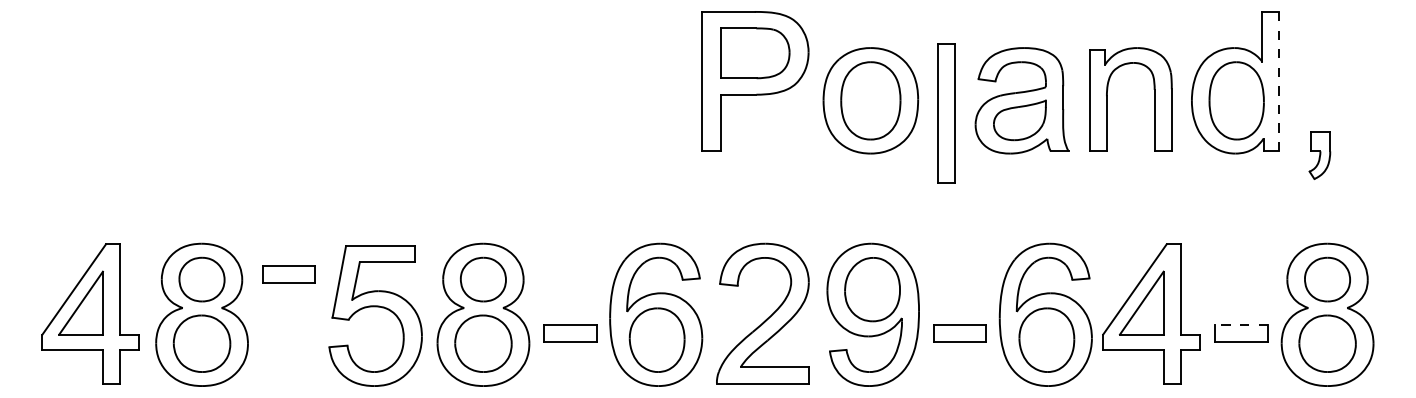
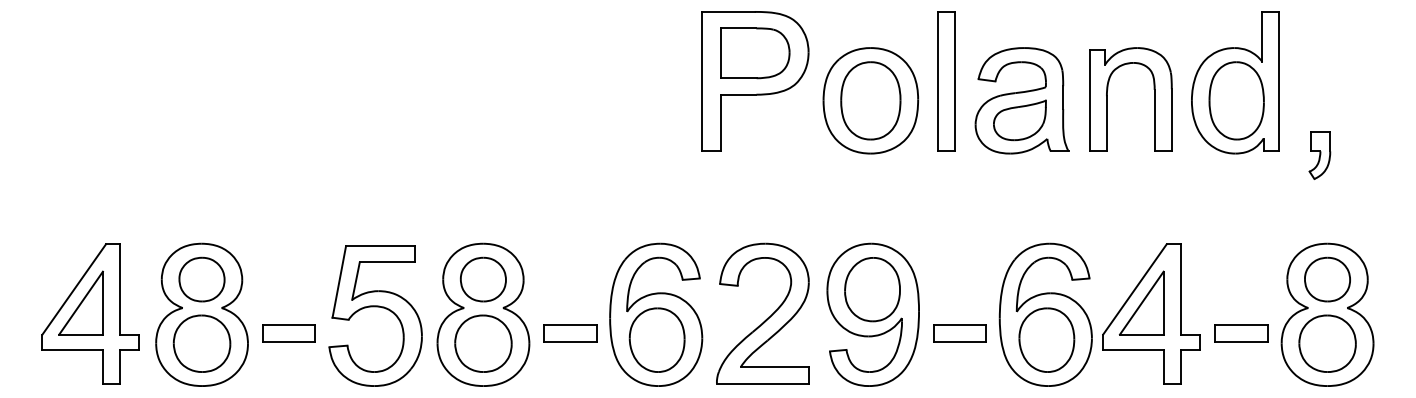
line at (1279, 81): dashed -> solid
part at (946, 113) position: (946, 113) -> (946, 81)
part at (288, 274) position: (288, 274) -> (288, 333)
line at (1240, 324): dashed -> solid
